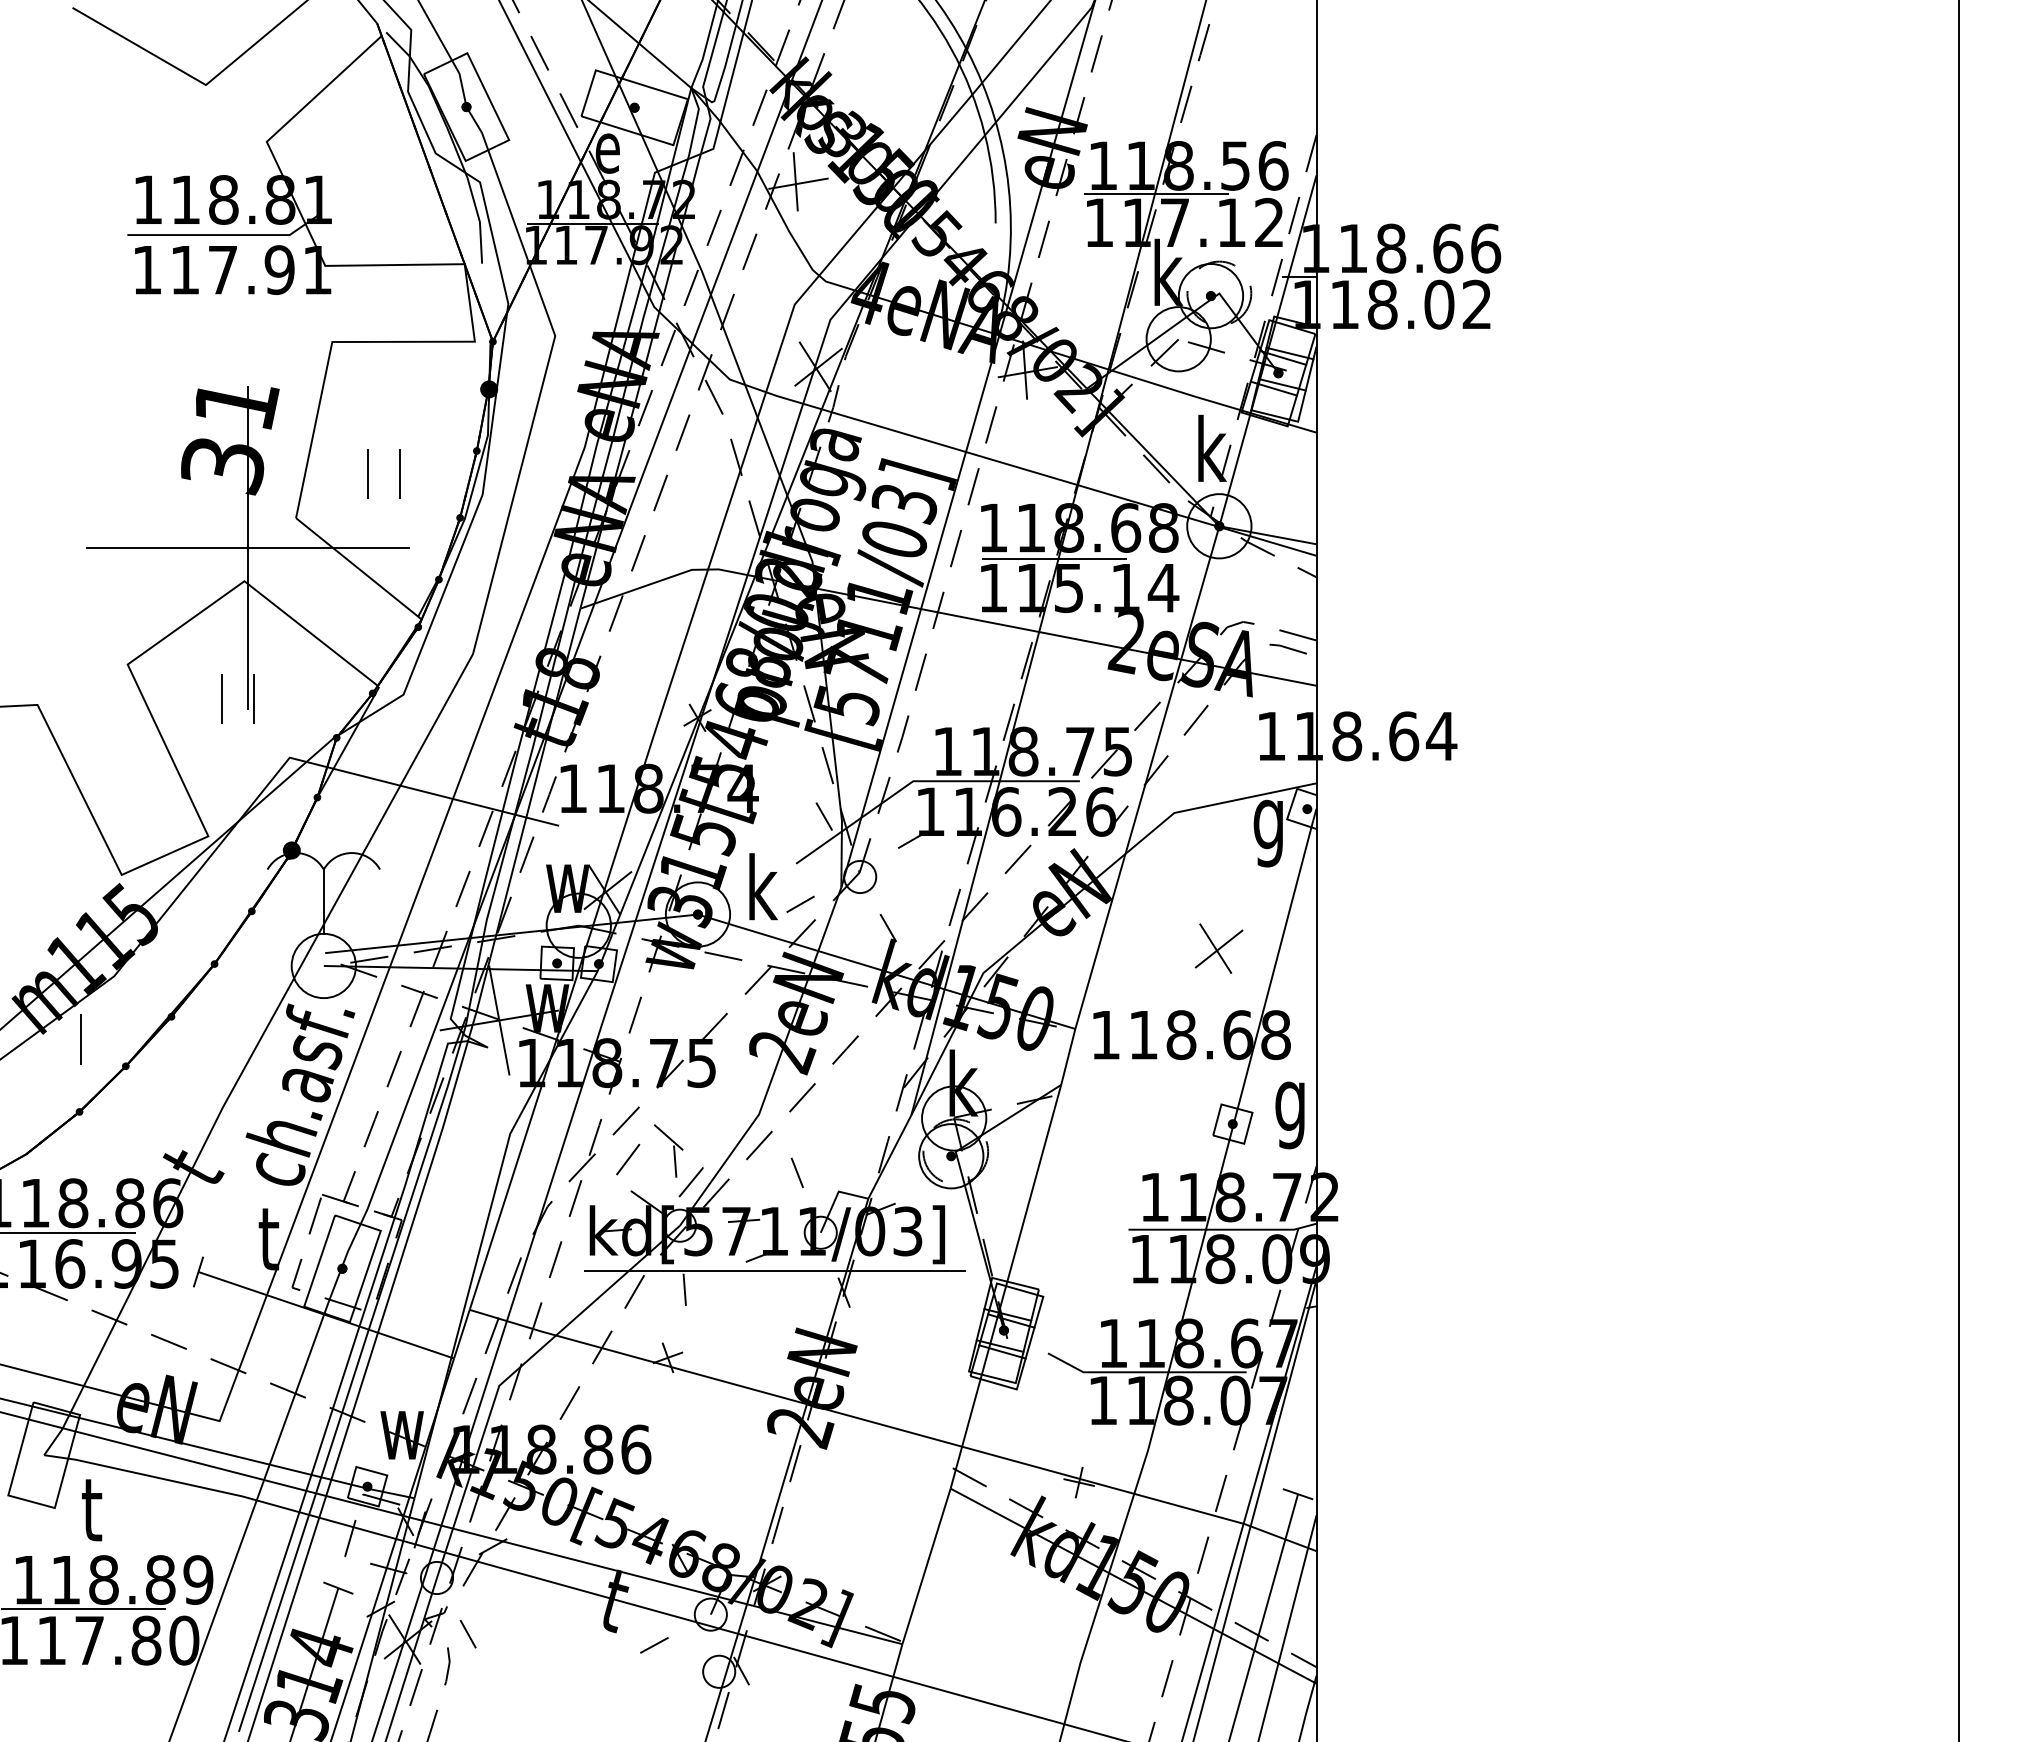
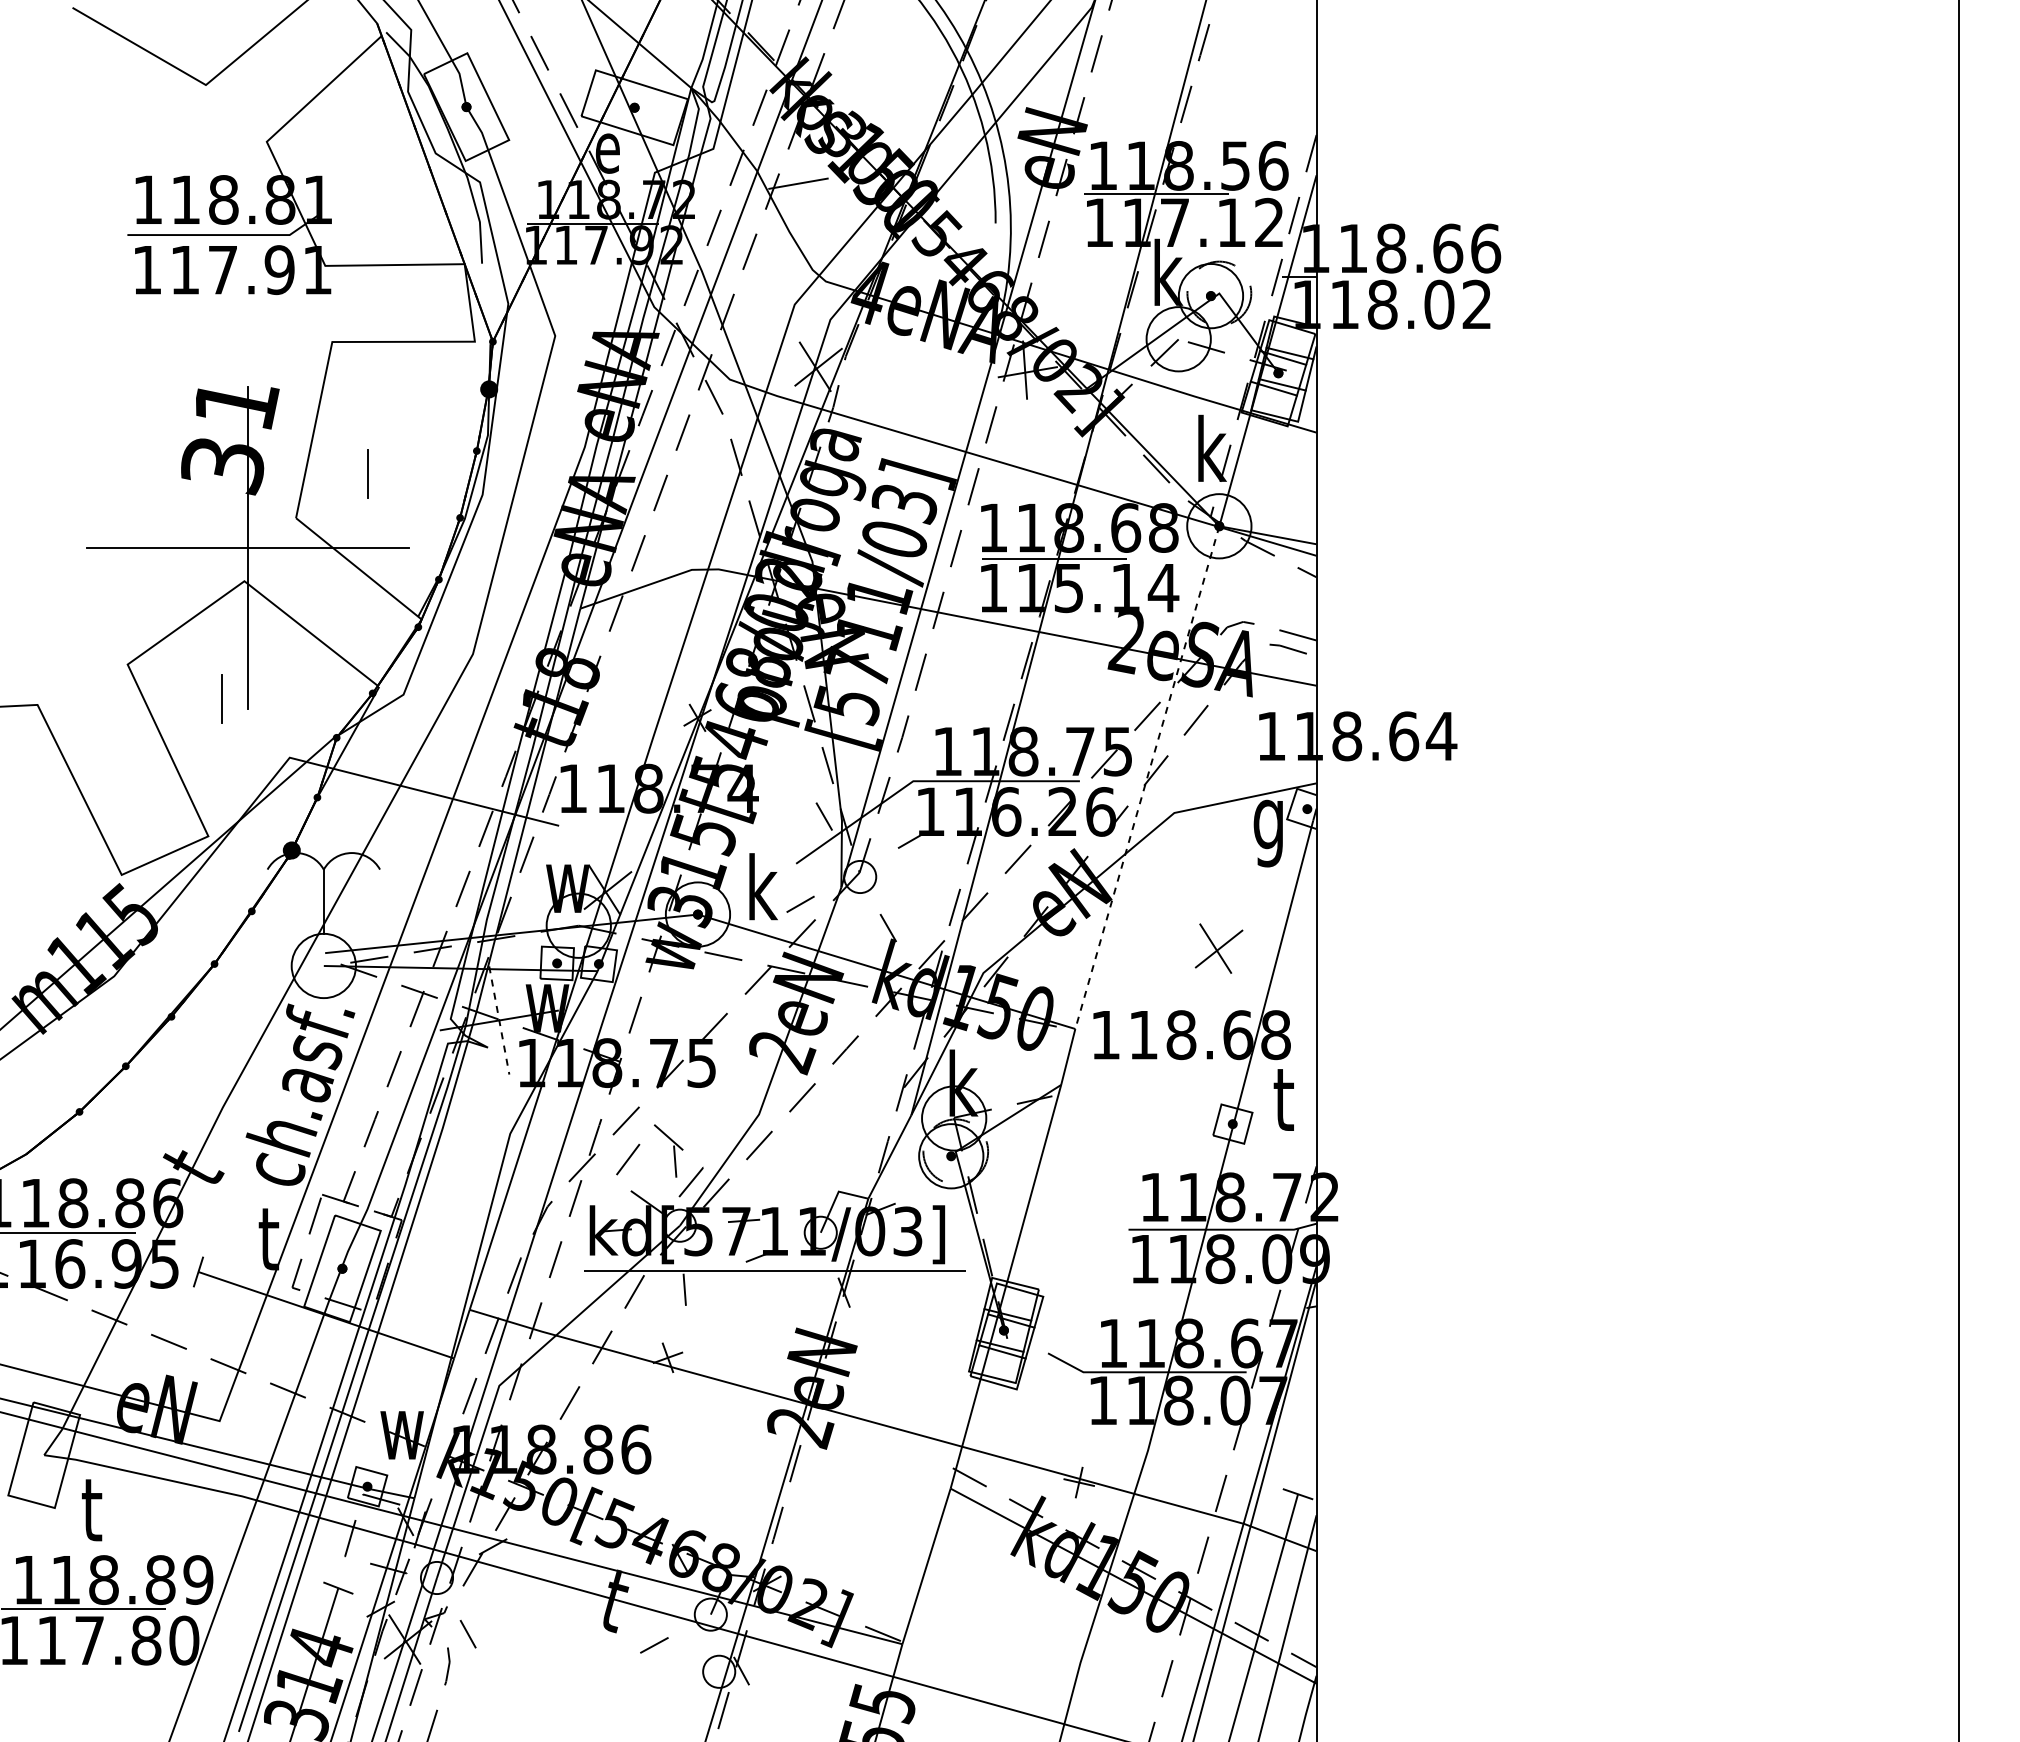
line at (795, 181): present -> none
line at (400, 473): present -> none
line at (253, 699): present -> none
line at (1147, 778): solid -> dashed
line at (499, 1020): solid -> dashed
line at (80, 1039): present -> none
text at (1288, 1109): g -> t
line at (796, 1172): present -> none
